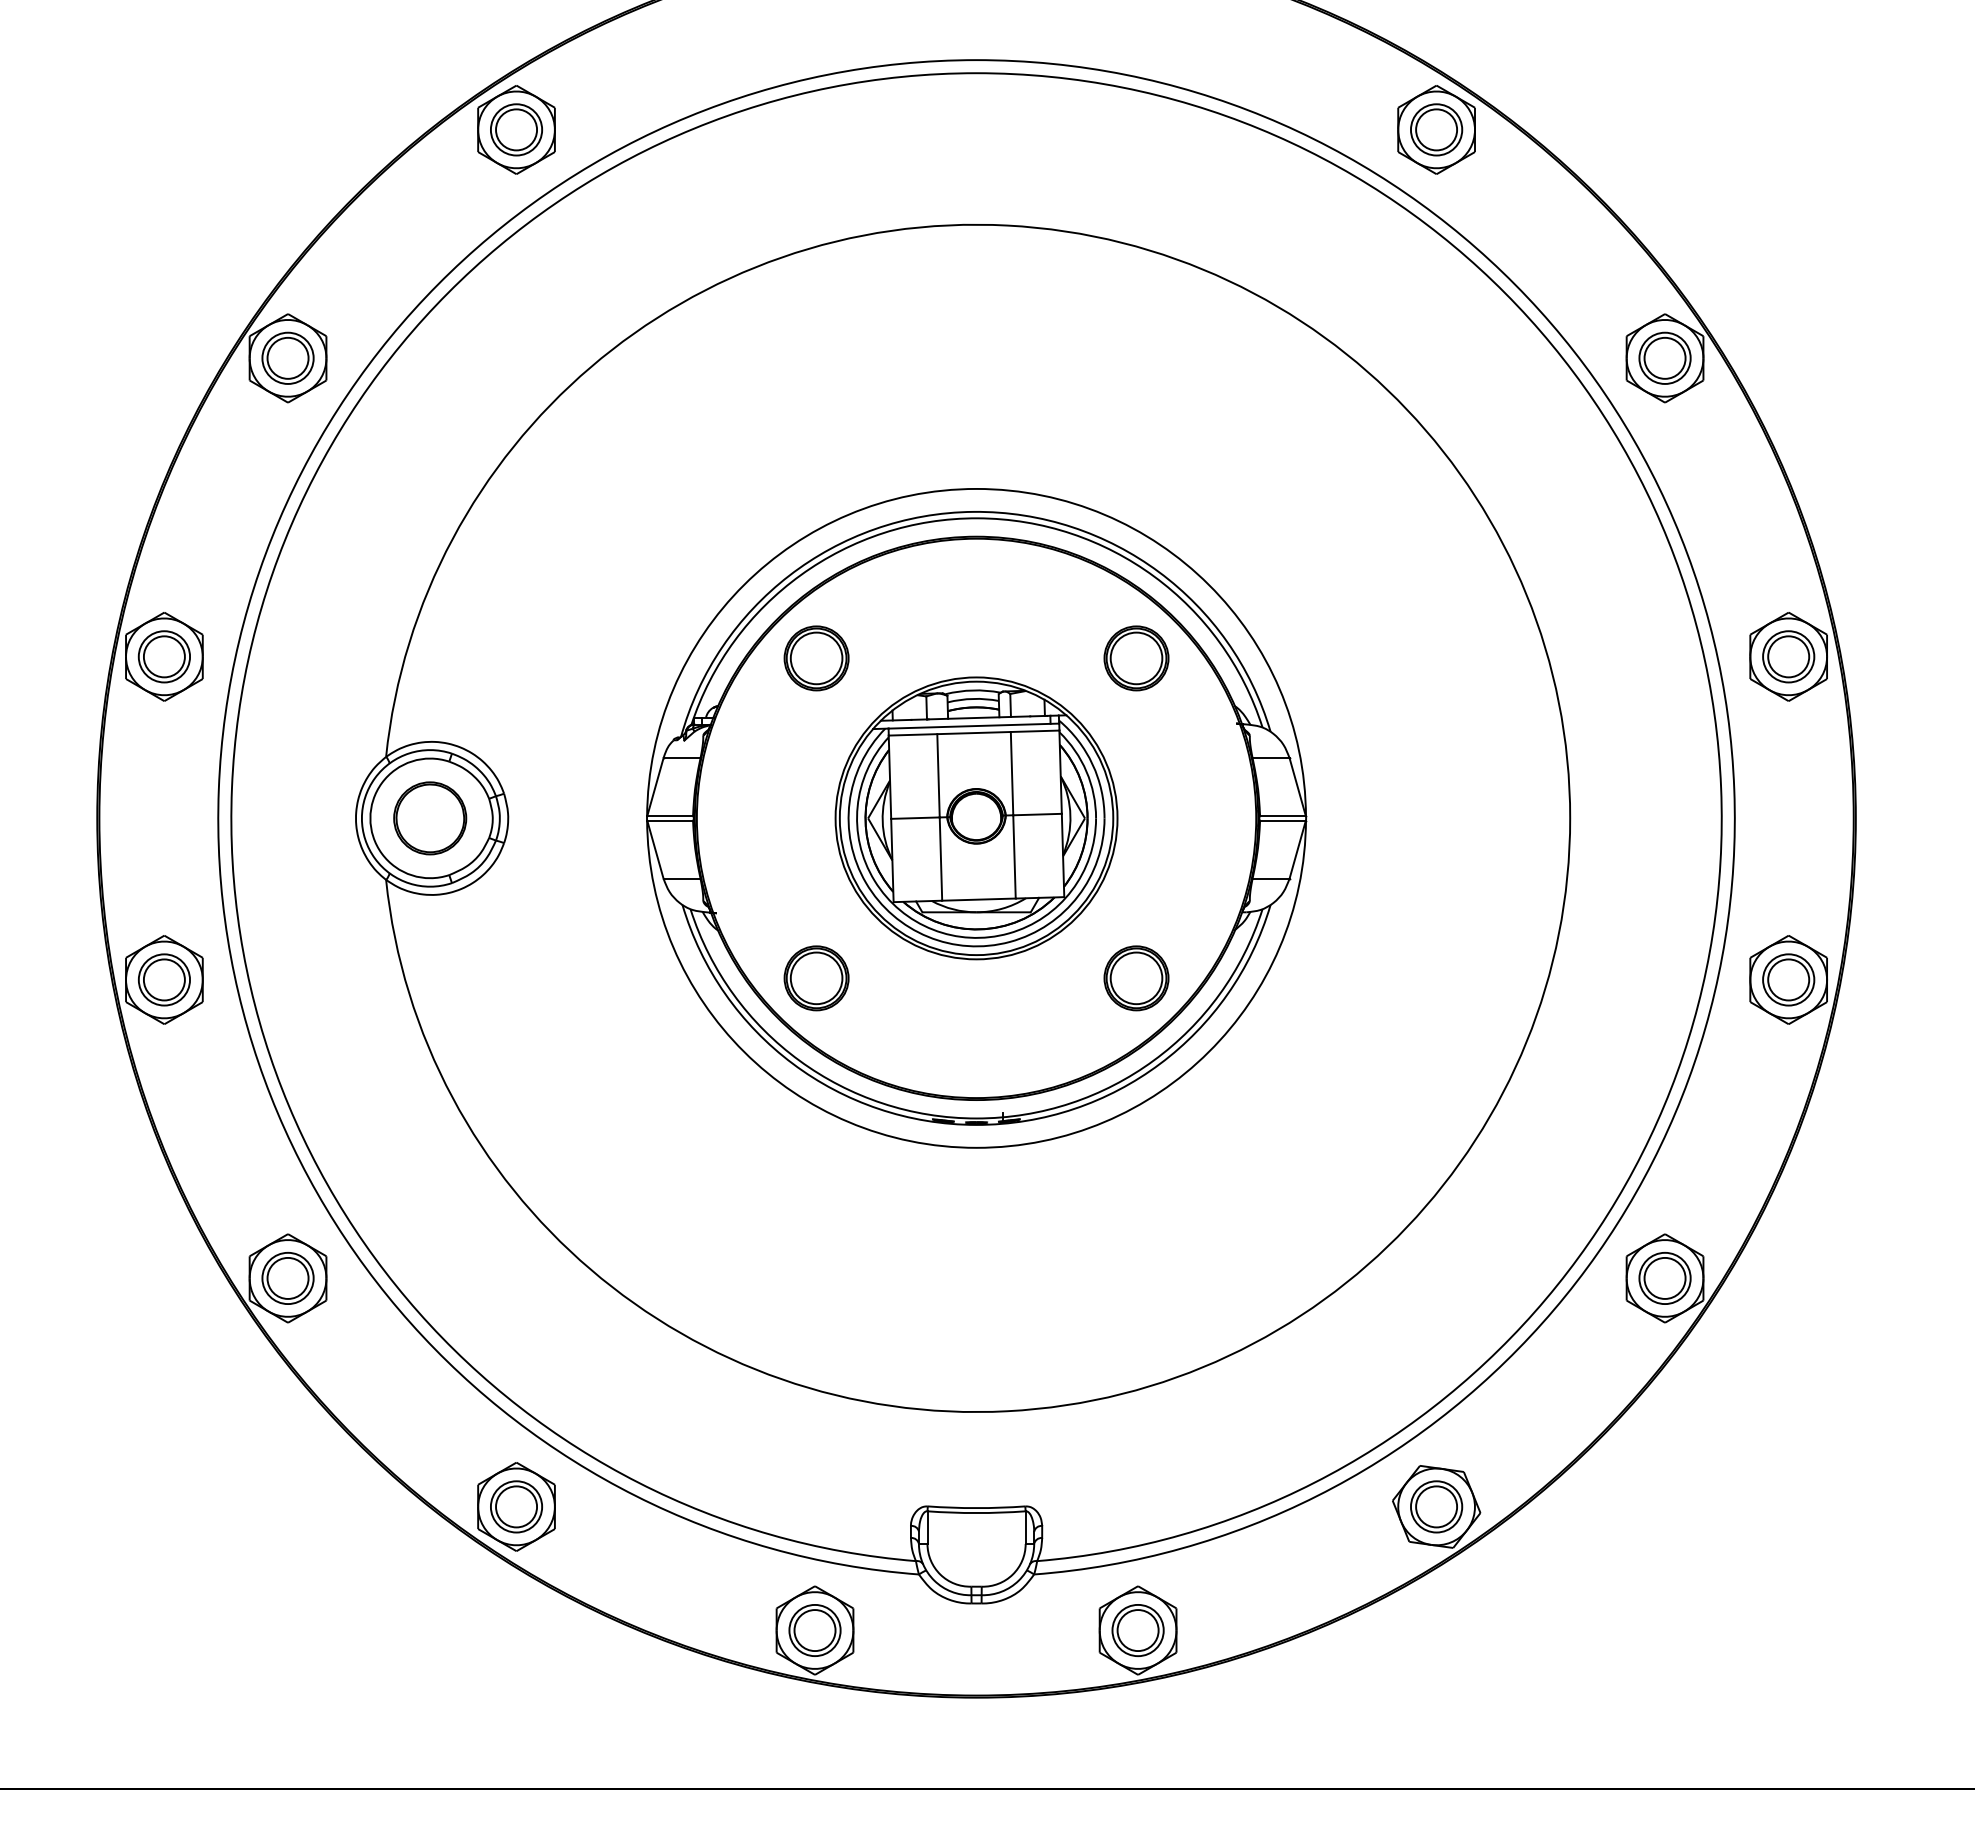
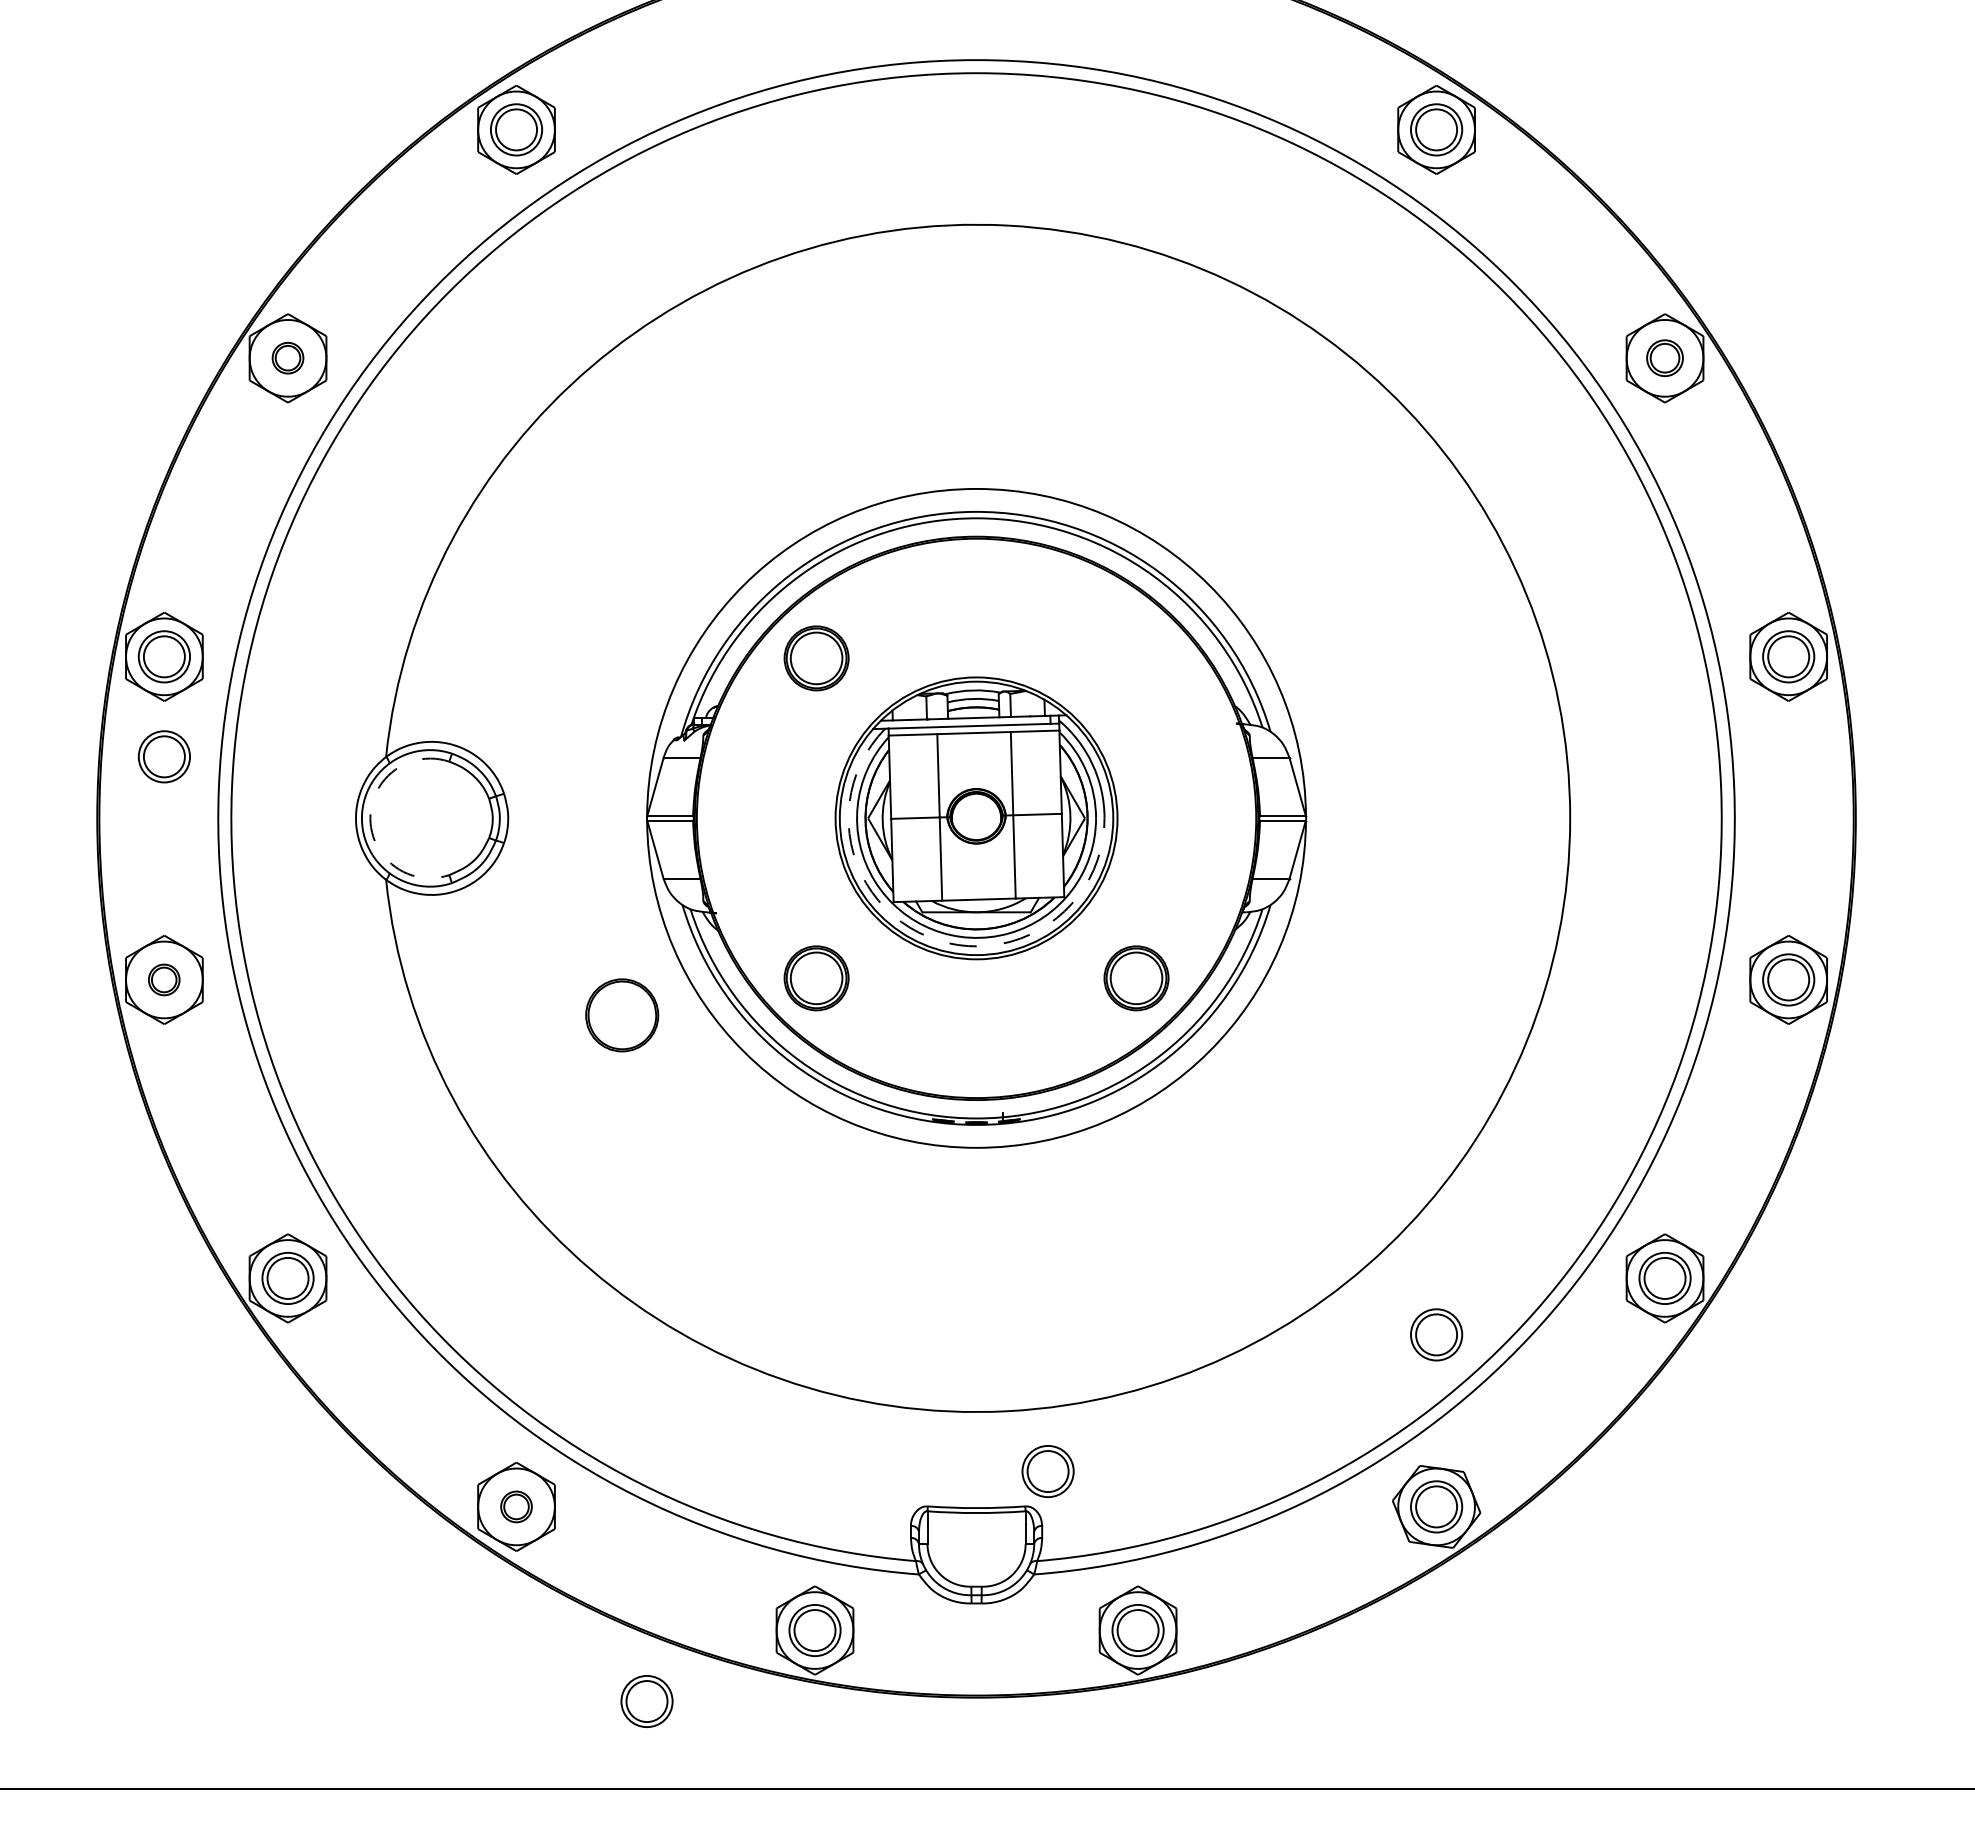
part at (287, 357) size: 54x54 px -> 34x33 px
part at (1664, 357) size: 54x54 px -> 38x39 px
part at (1136, 658): present -> none
part at (163, 756): none -> present
arc at (370, 818): solid -> dashed
part at (430, 818) position: (430, 818) -> (622, 1015)
arc at (928, 936): solid -> dashed
part at (163, 979) size: 54x54 px -> 33x34 px
part at (1436, 1334): none -> present
part at (1047, 1471): none -> present
part at (516, 1506) size: 53x54 px -> 33x34 px
part at (646, 1701): none -> present
